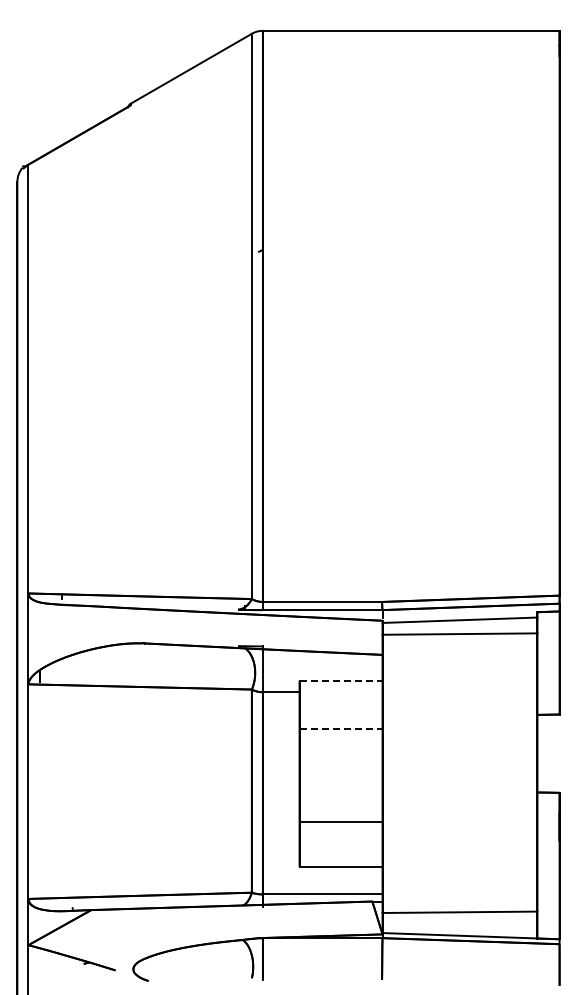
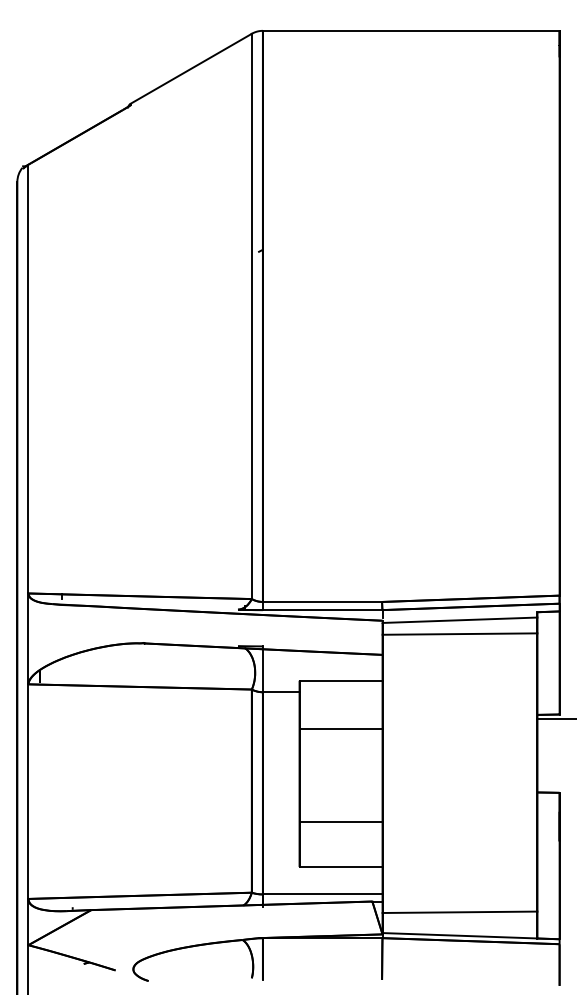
line at (341, 680): dashed -> solid
line at (555, 719): none -> present
line at (341, 728): dashed -> solid
